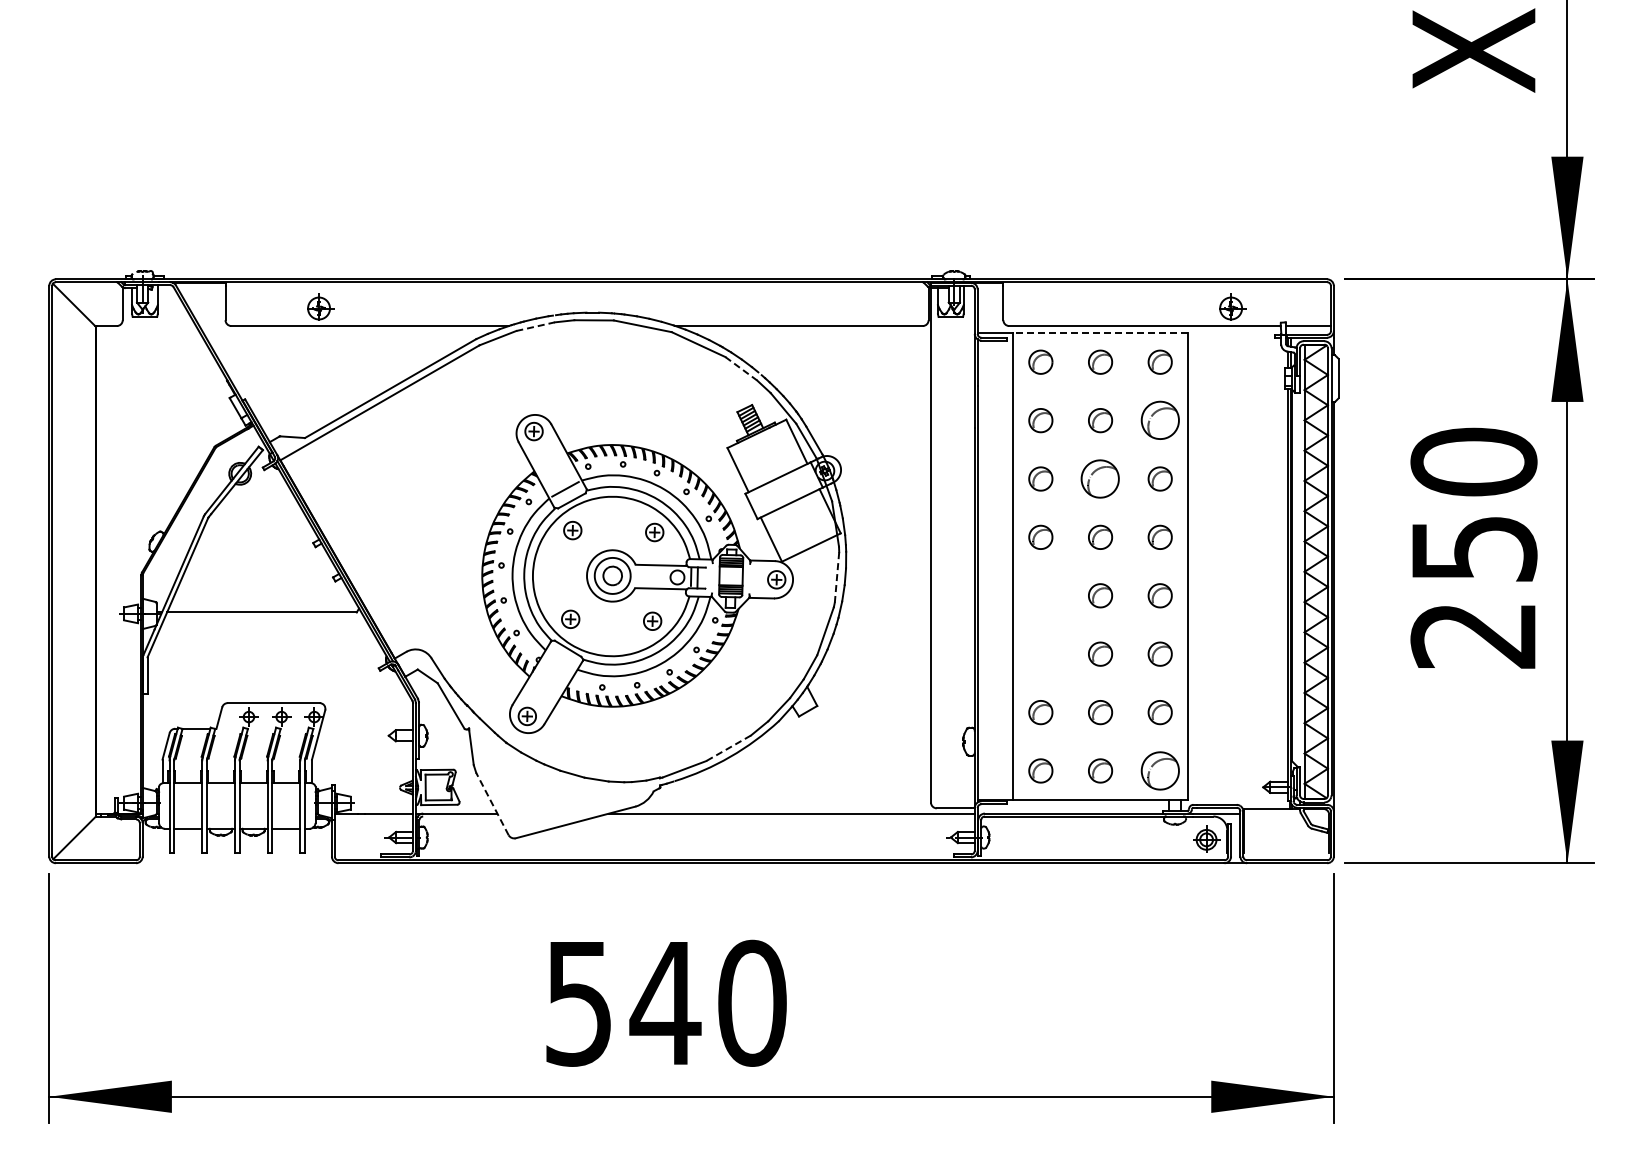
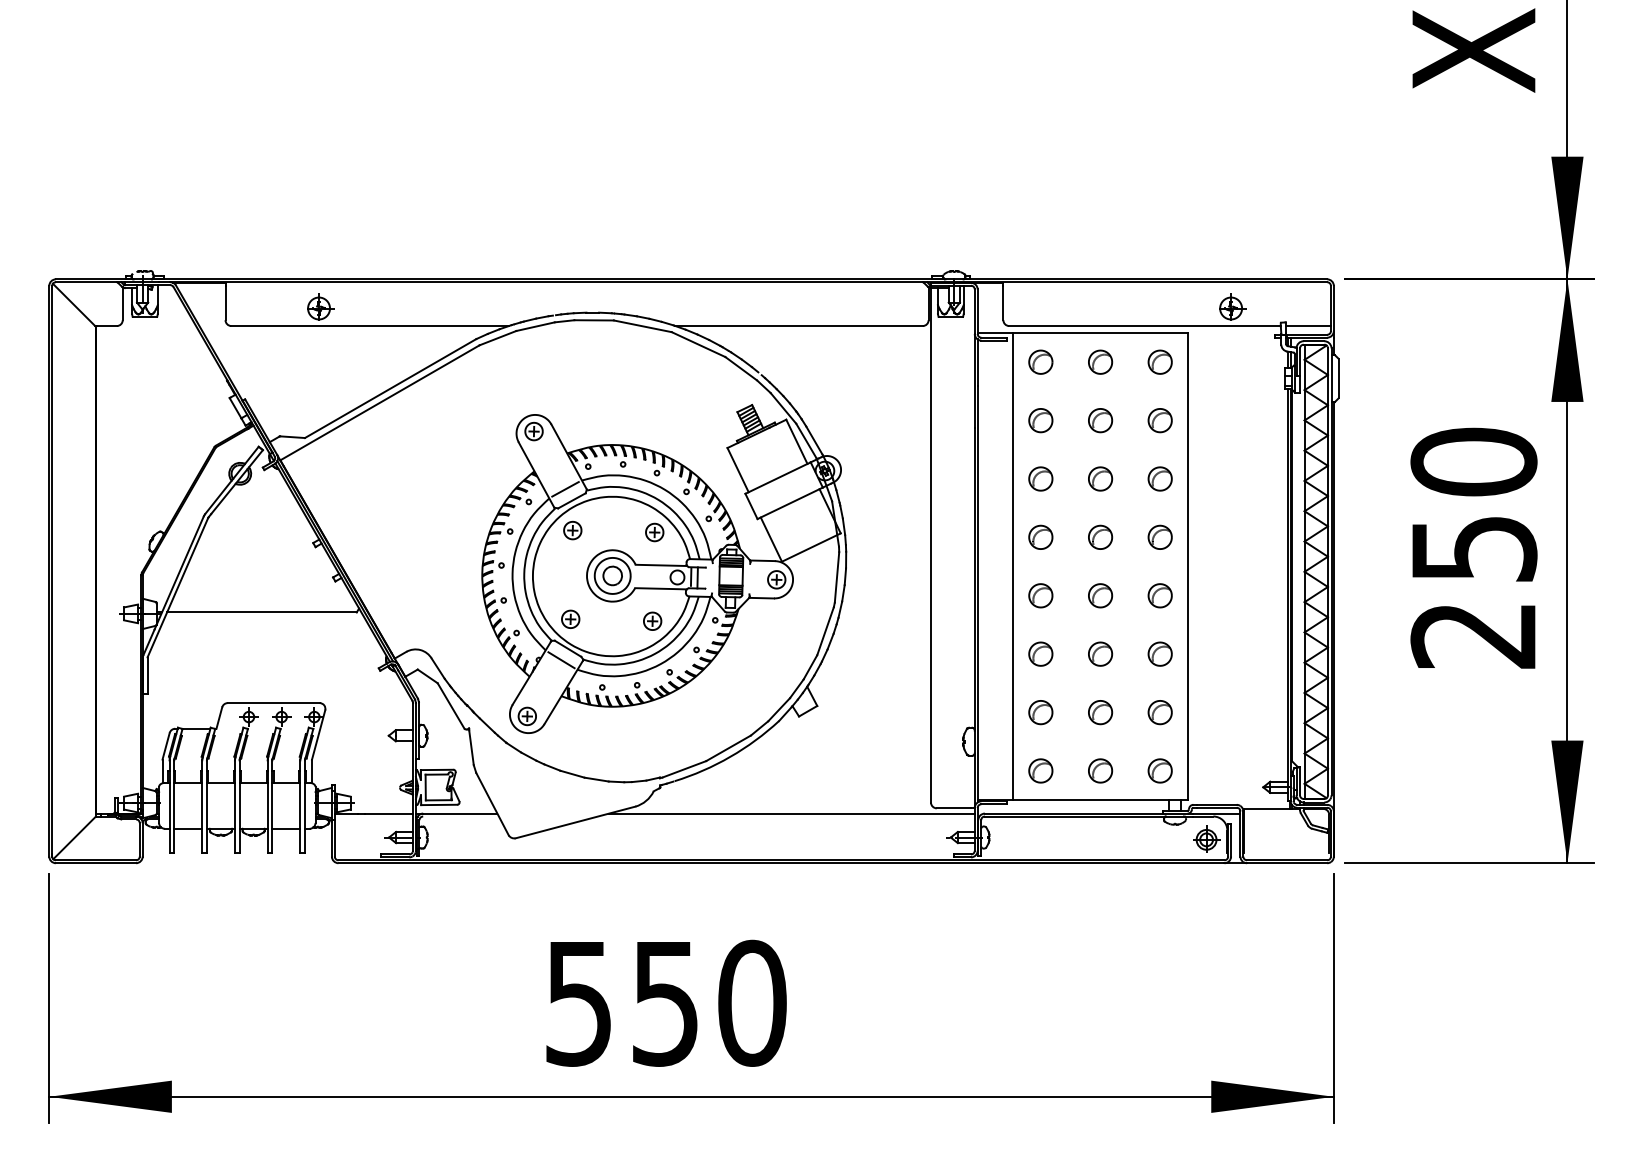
line at (535, 326): dashed -> solid
line at (1100, 333): dashed -> solid
line at (741, 368): dashed -> solid
part at (1159, 419) size: 40x40 px -> 26x26 px
part at (1099, 478) size: 40x40 px -> 26x26 px
line at (836, 577): dashed -> solid
part at (1040, 595): none -> present
part at (1040, 653): none -> present
line at (561, 660): none -> present
line at (728, 748): dashed -> solid
part at (1159, 770) size: 40x40 px -> 26x26 px
line at (492, 803): dashed -> solid
text at (665, 1004): 540 -> 550
